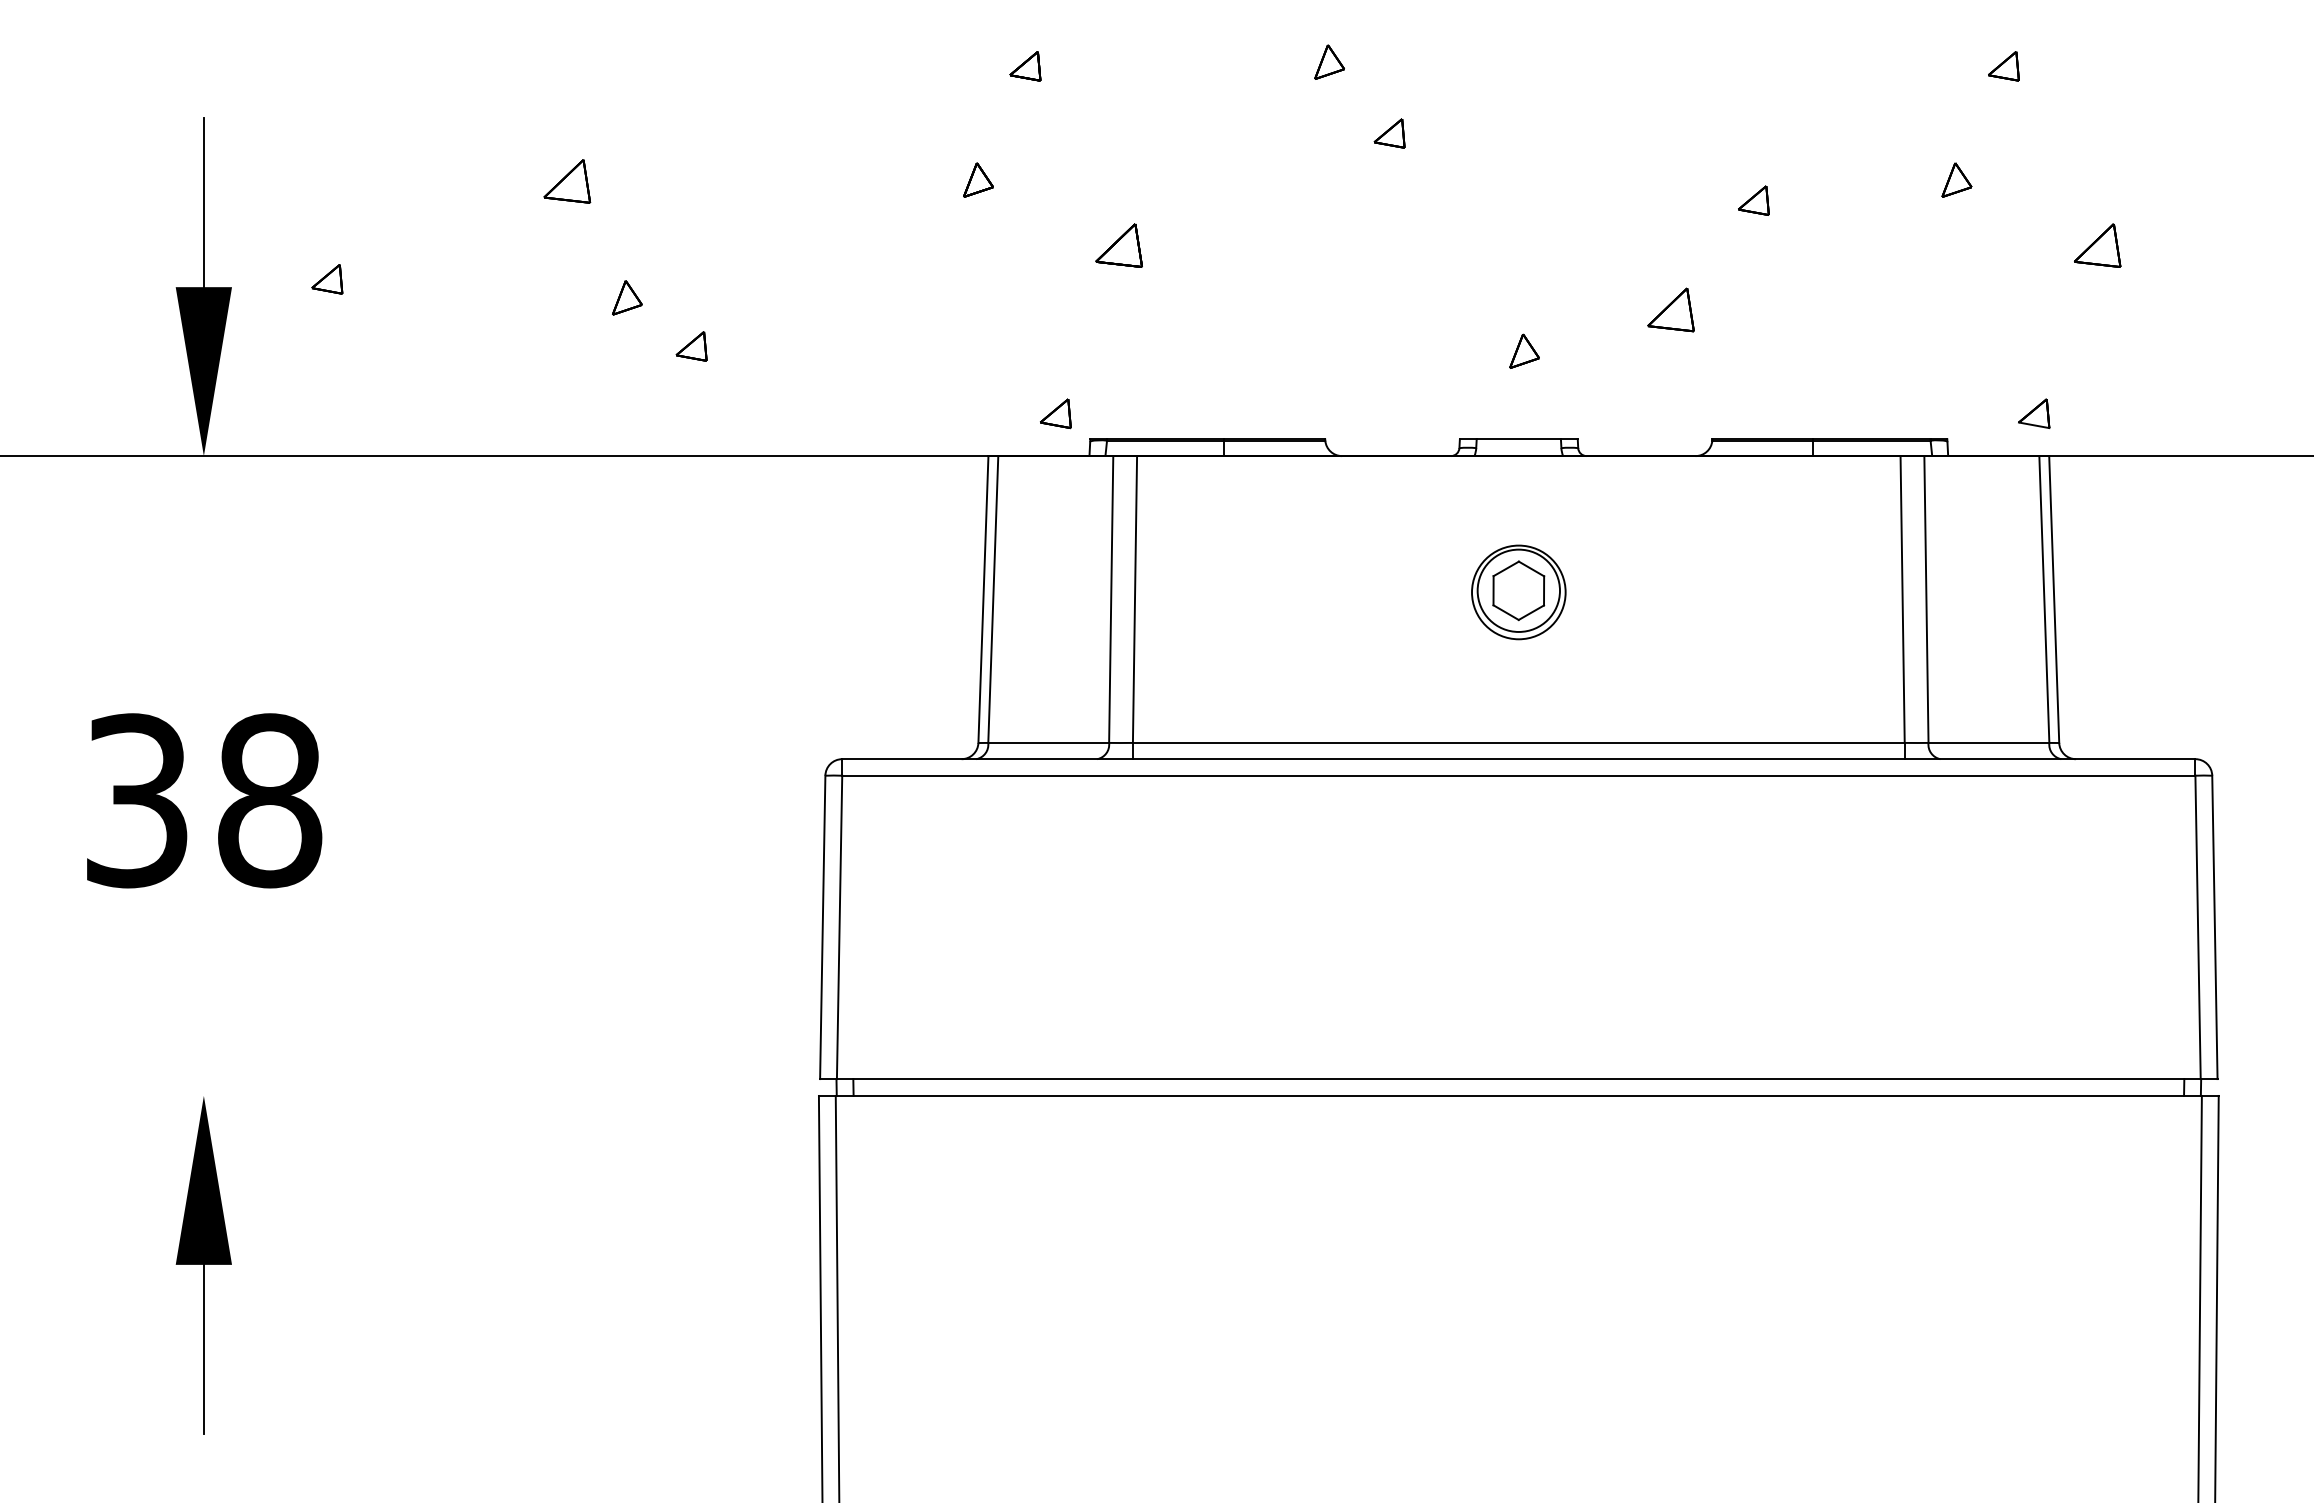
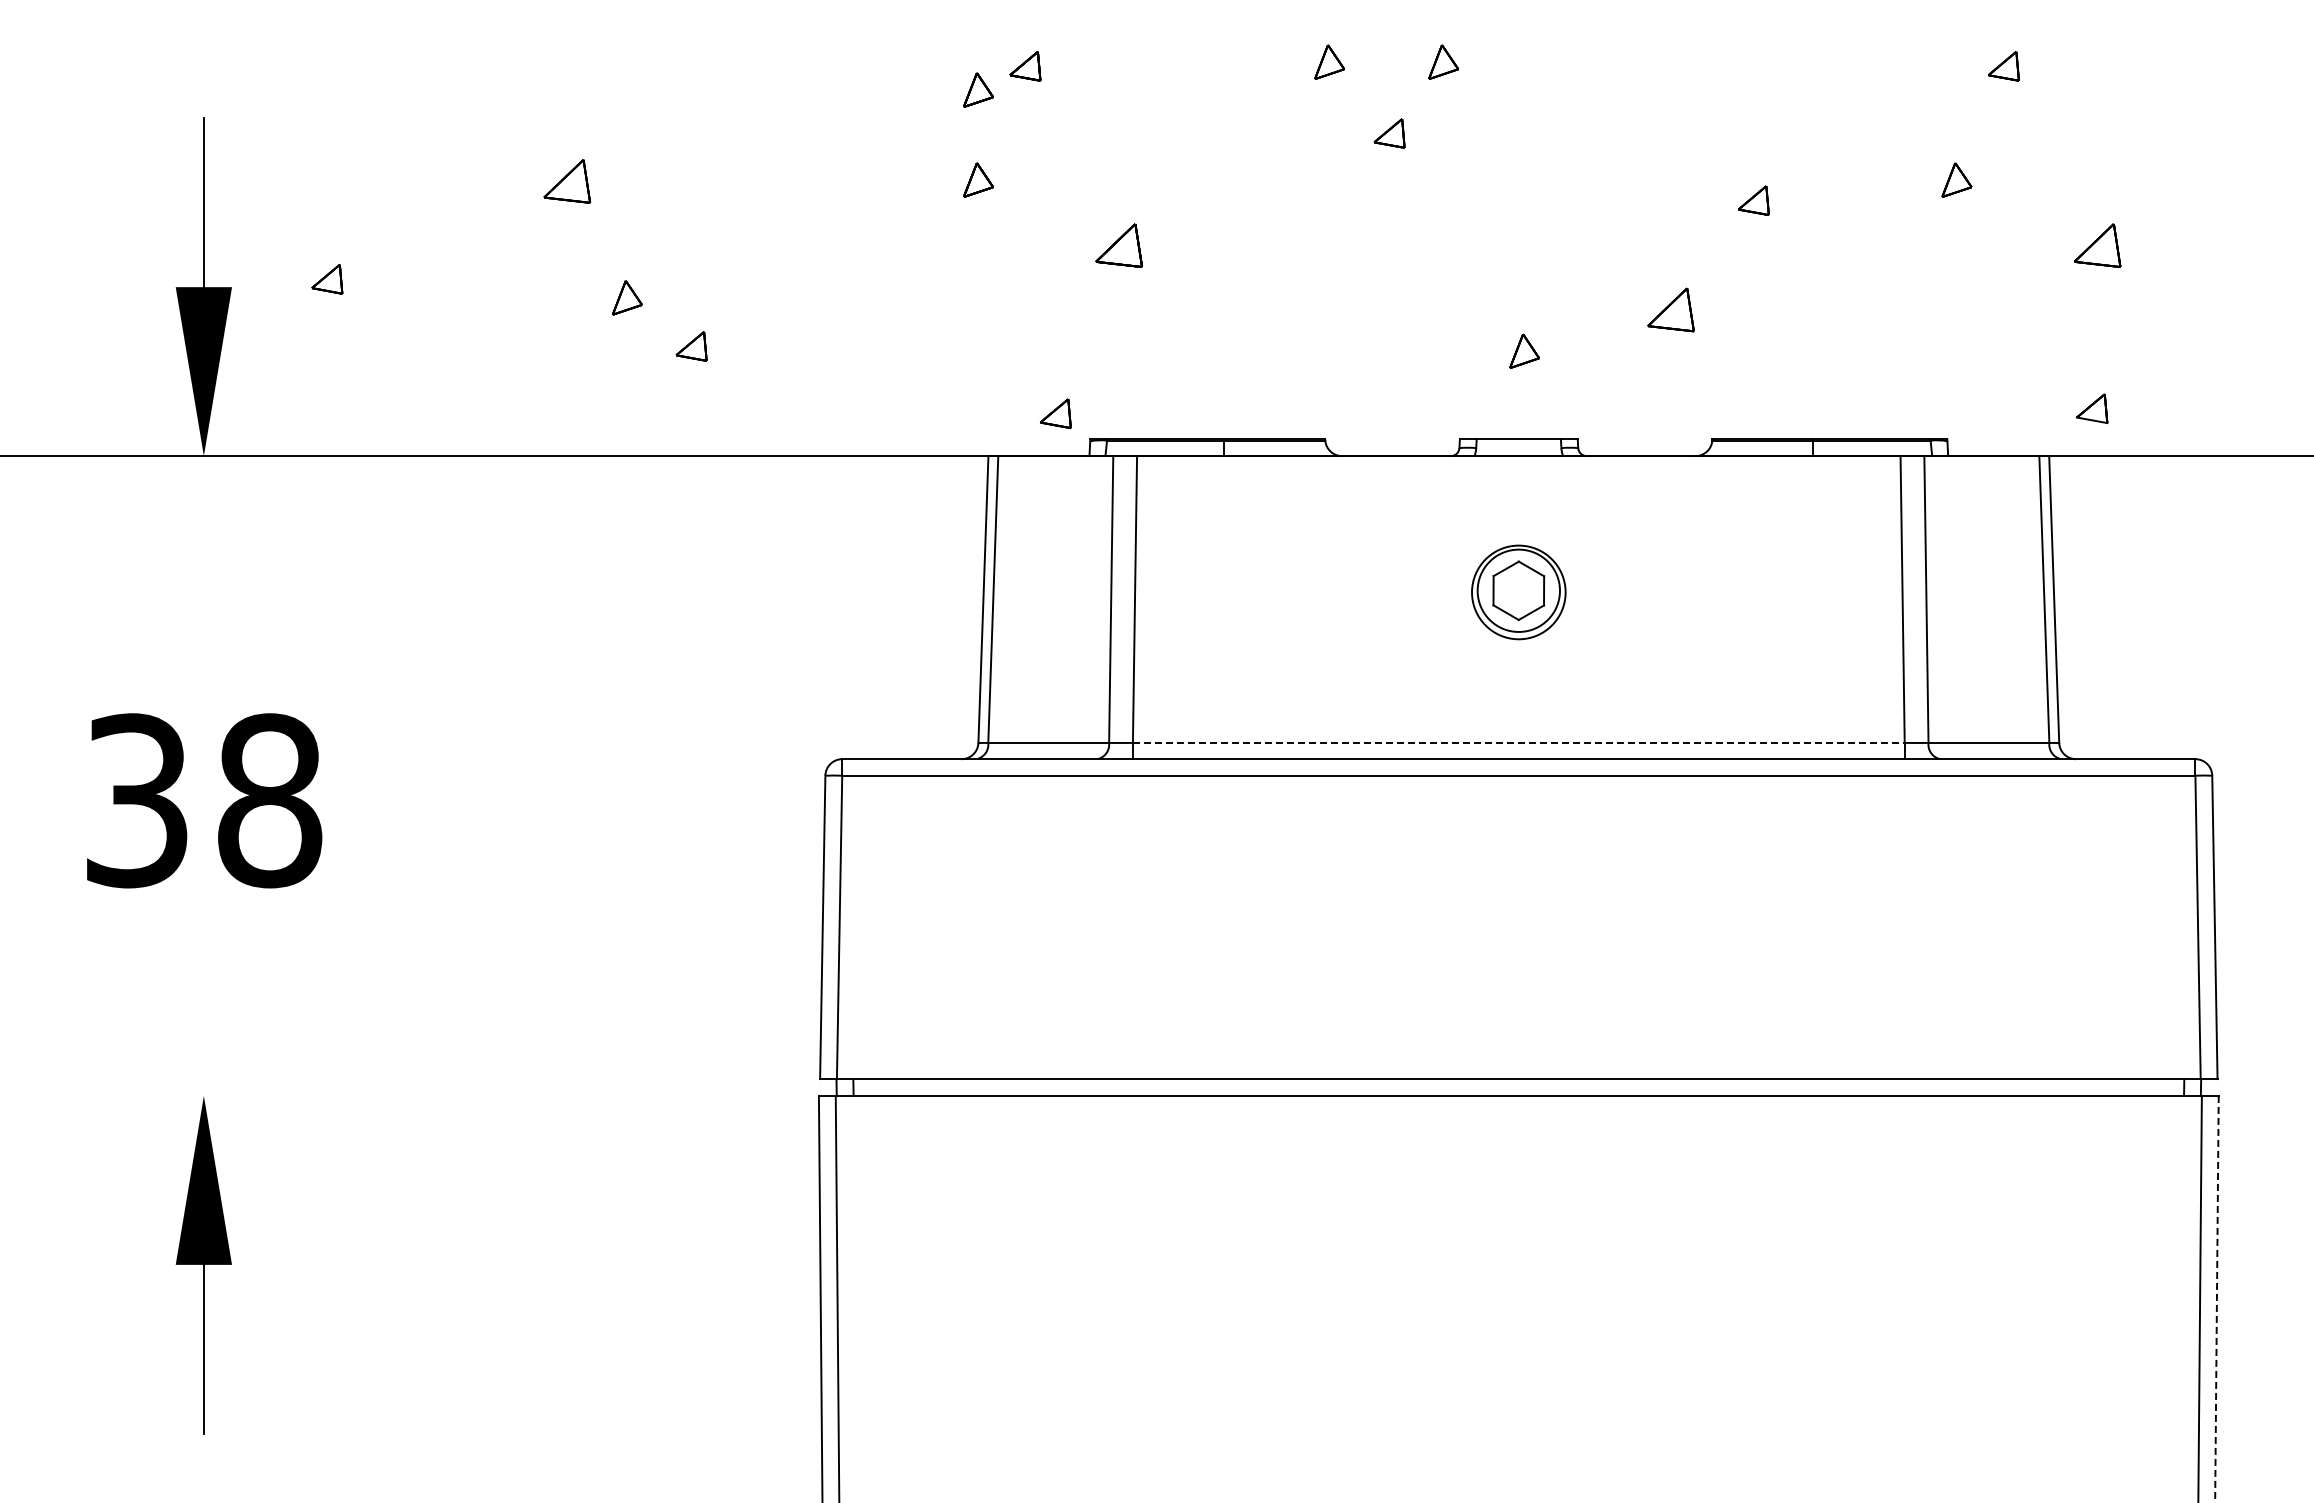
part at (1443, 61): none -> present
part at (978, 89): none -> present
part at (2034, 413) position: (2034, 413) -> (2092, 408)
line at (1518, 742): solid -> dashed
line at (2216, 1299): solid -> dashed
